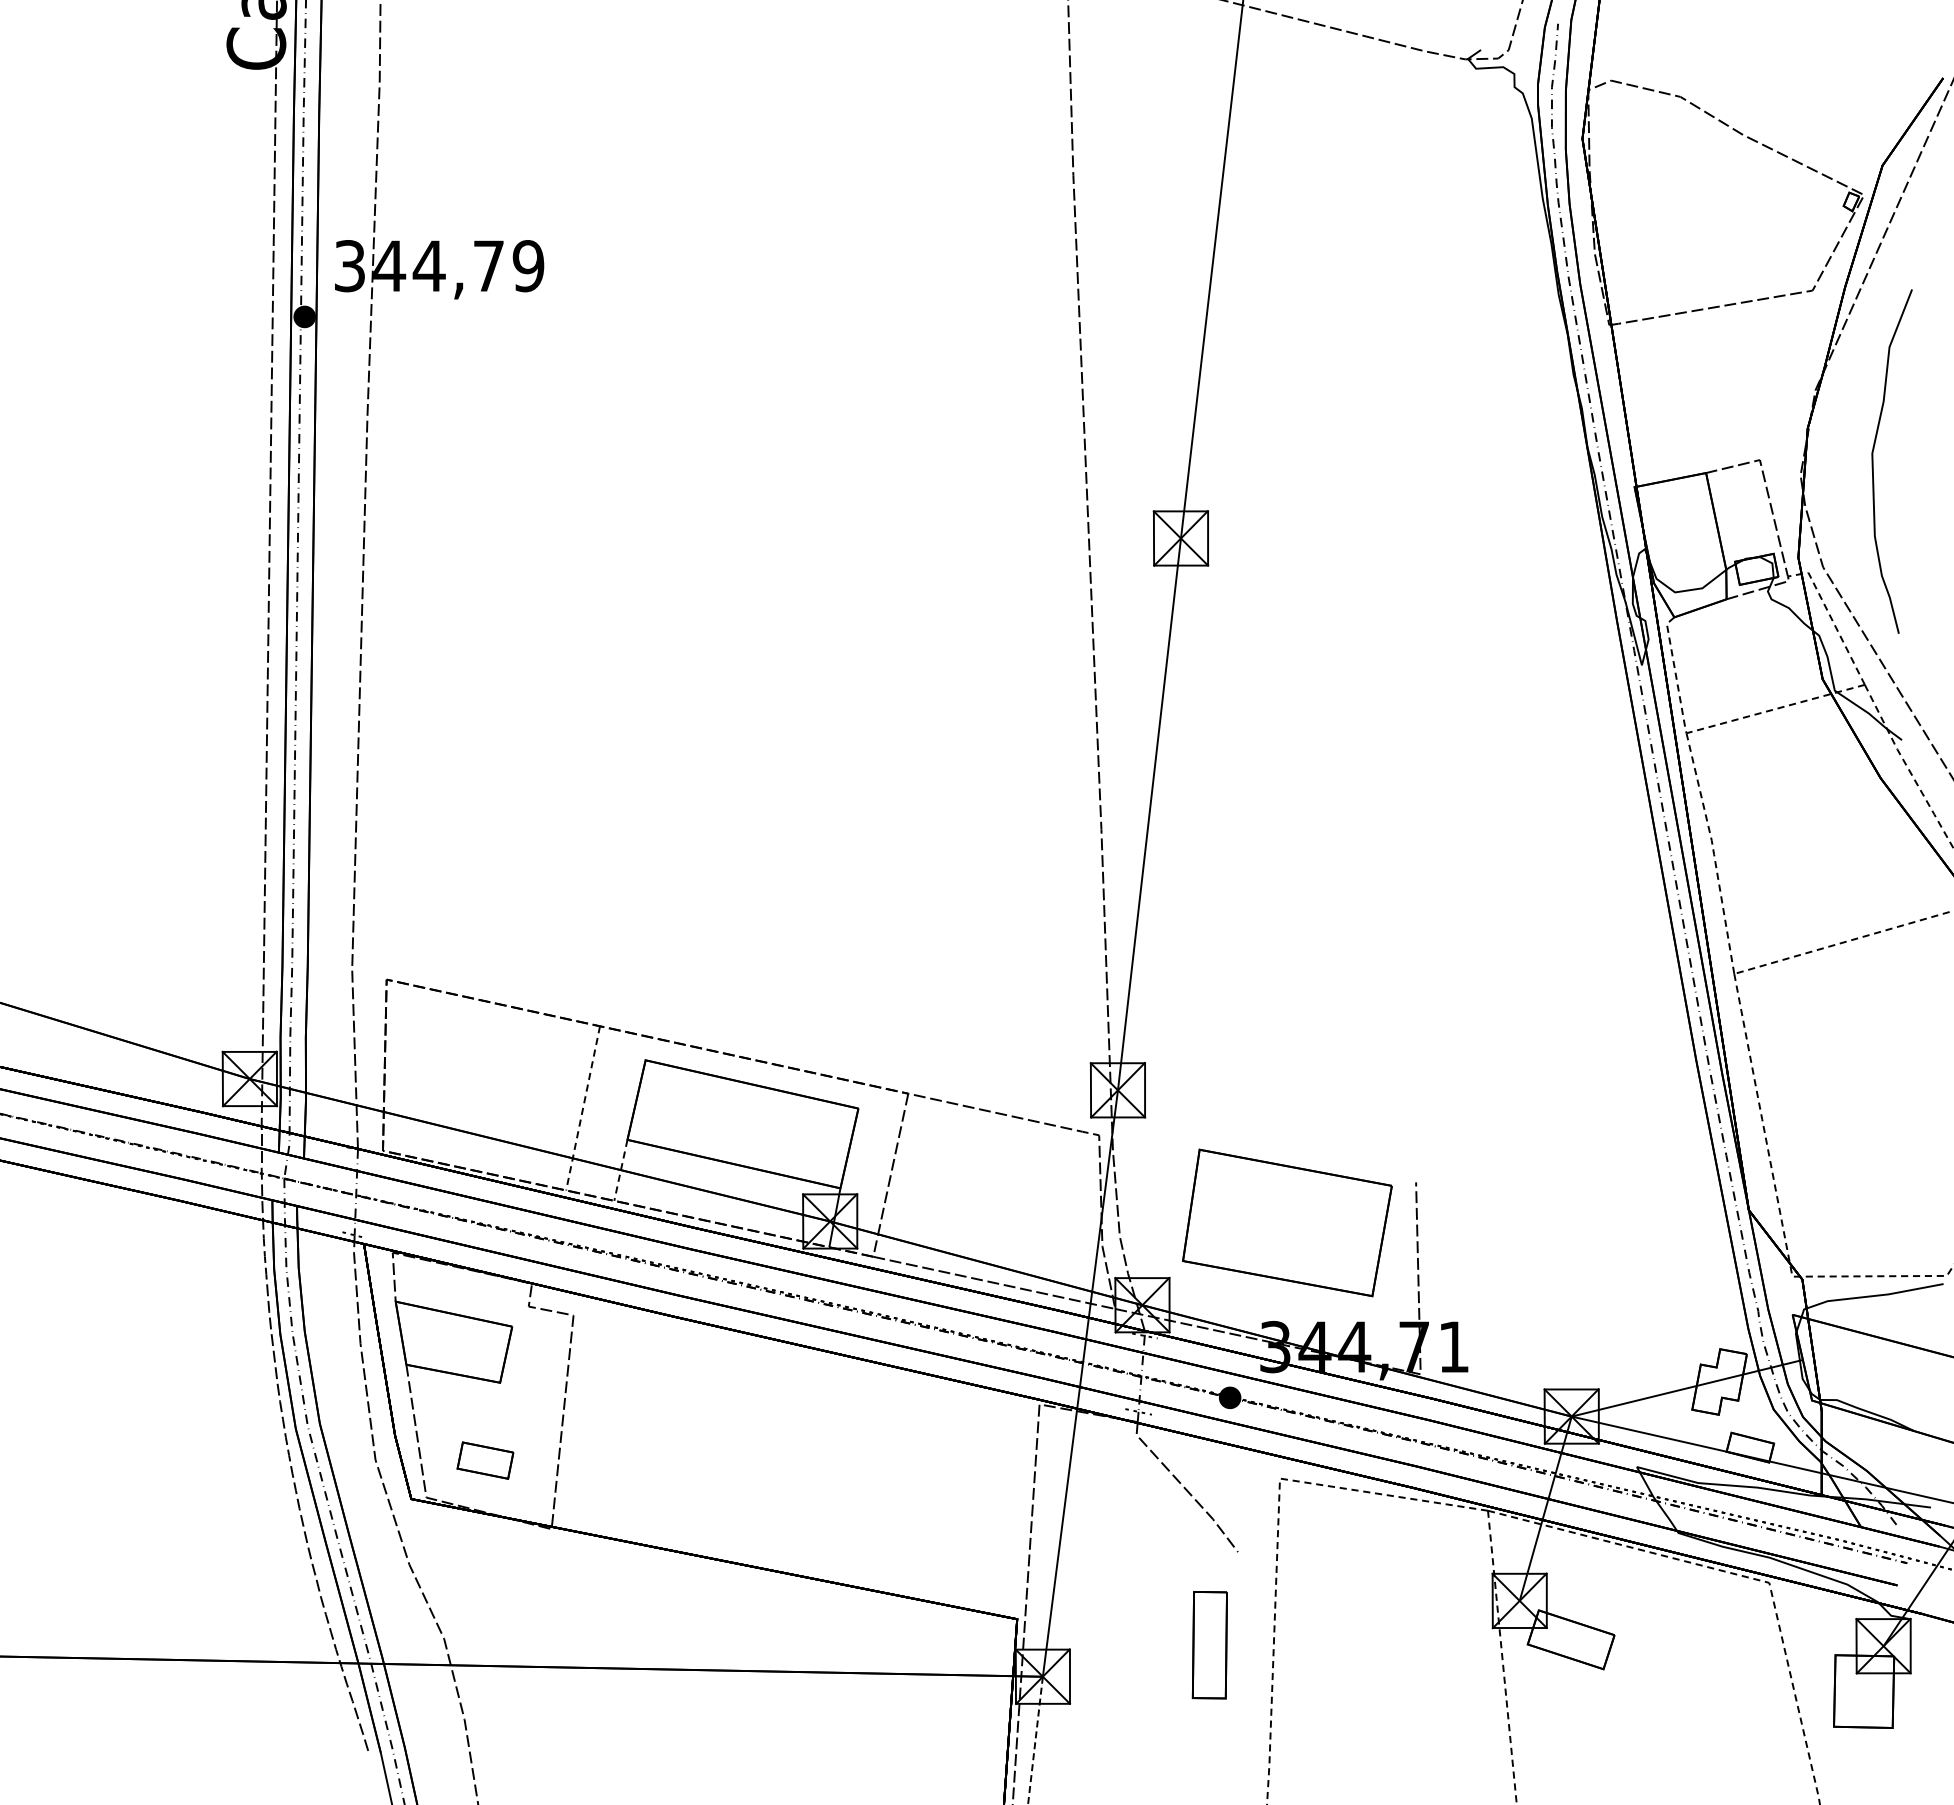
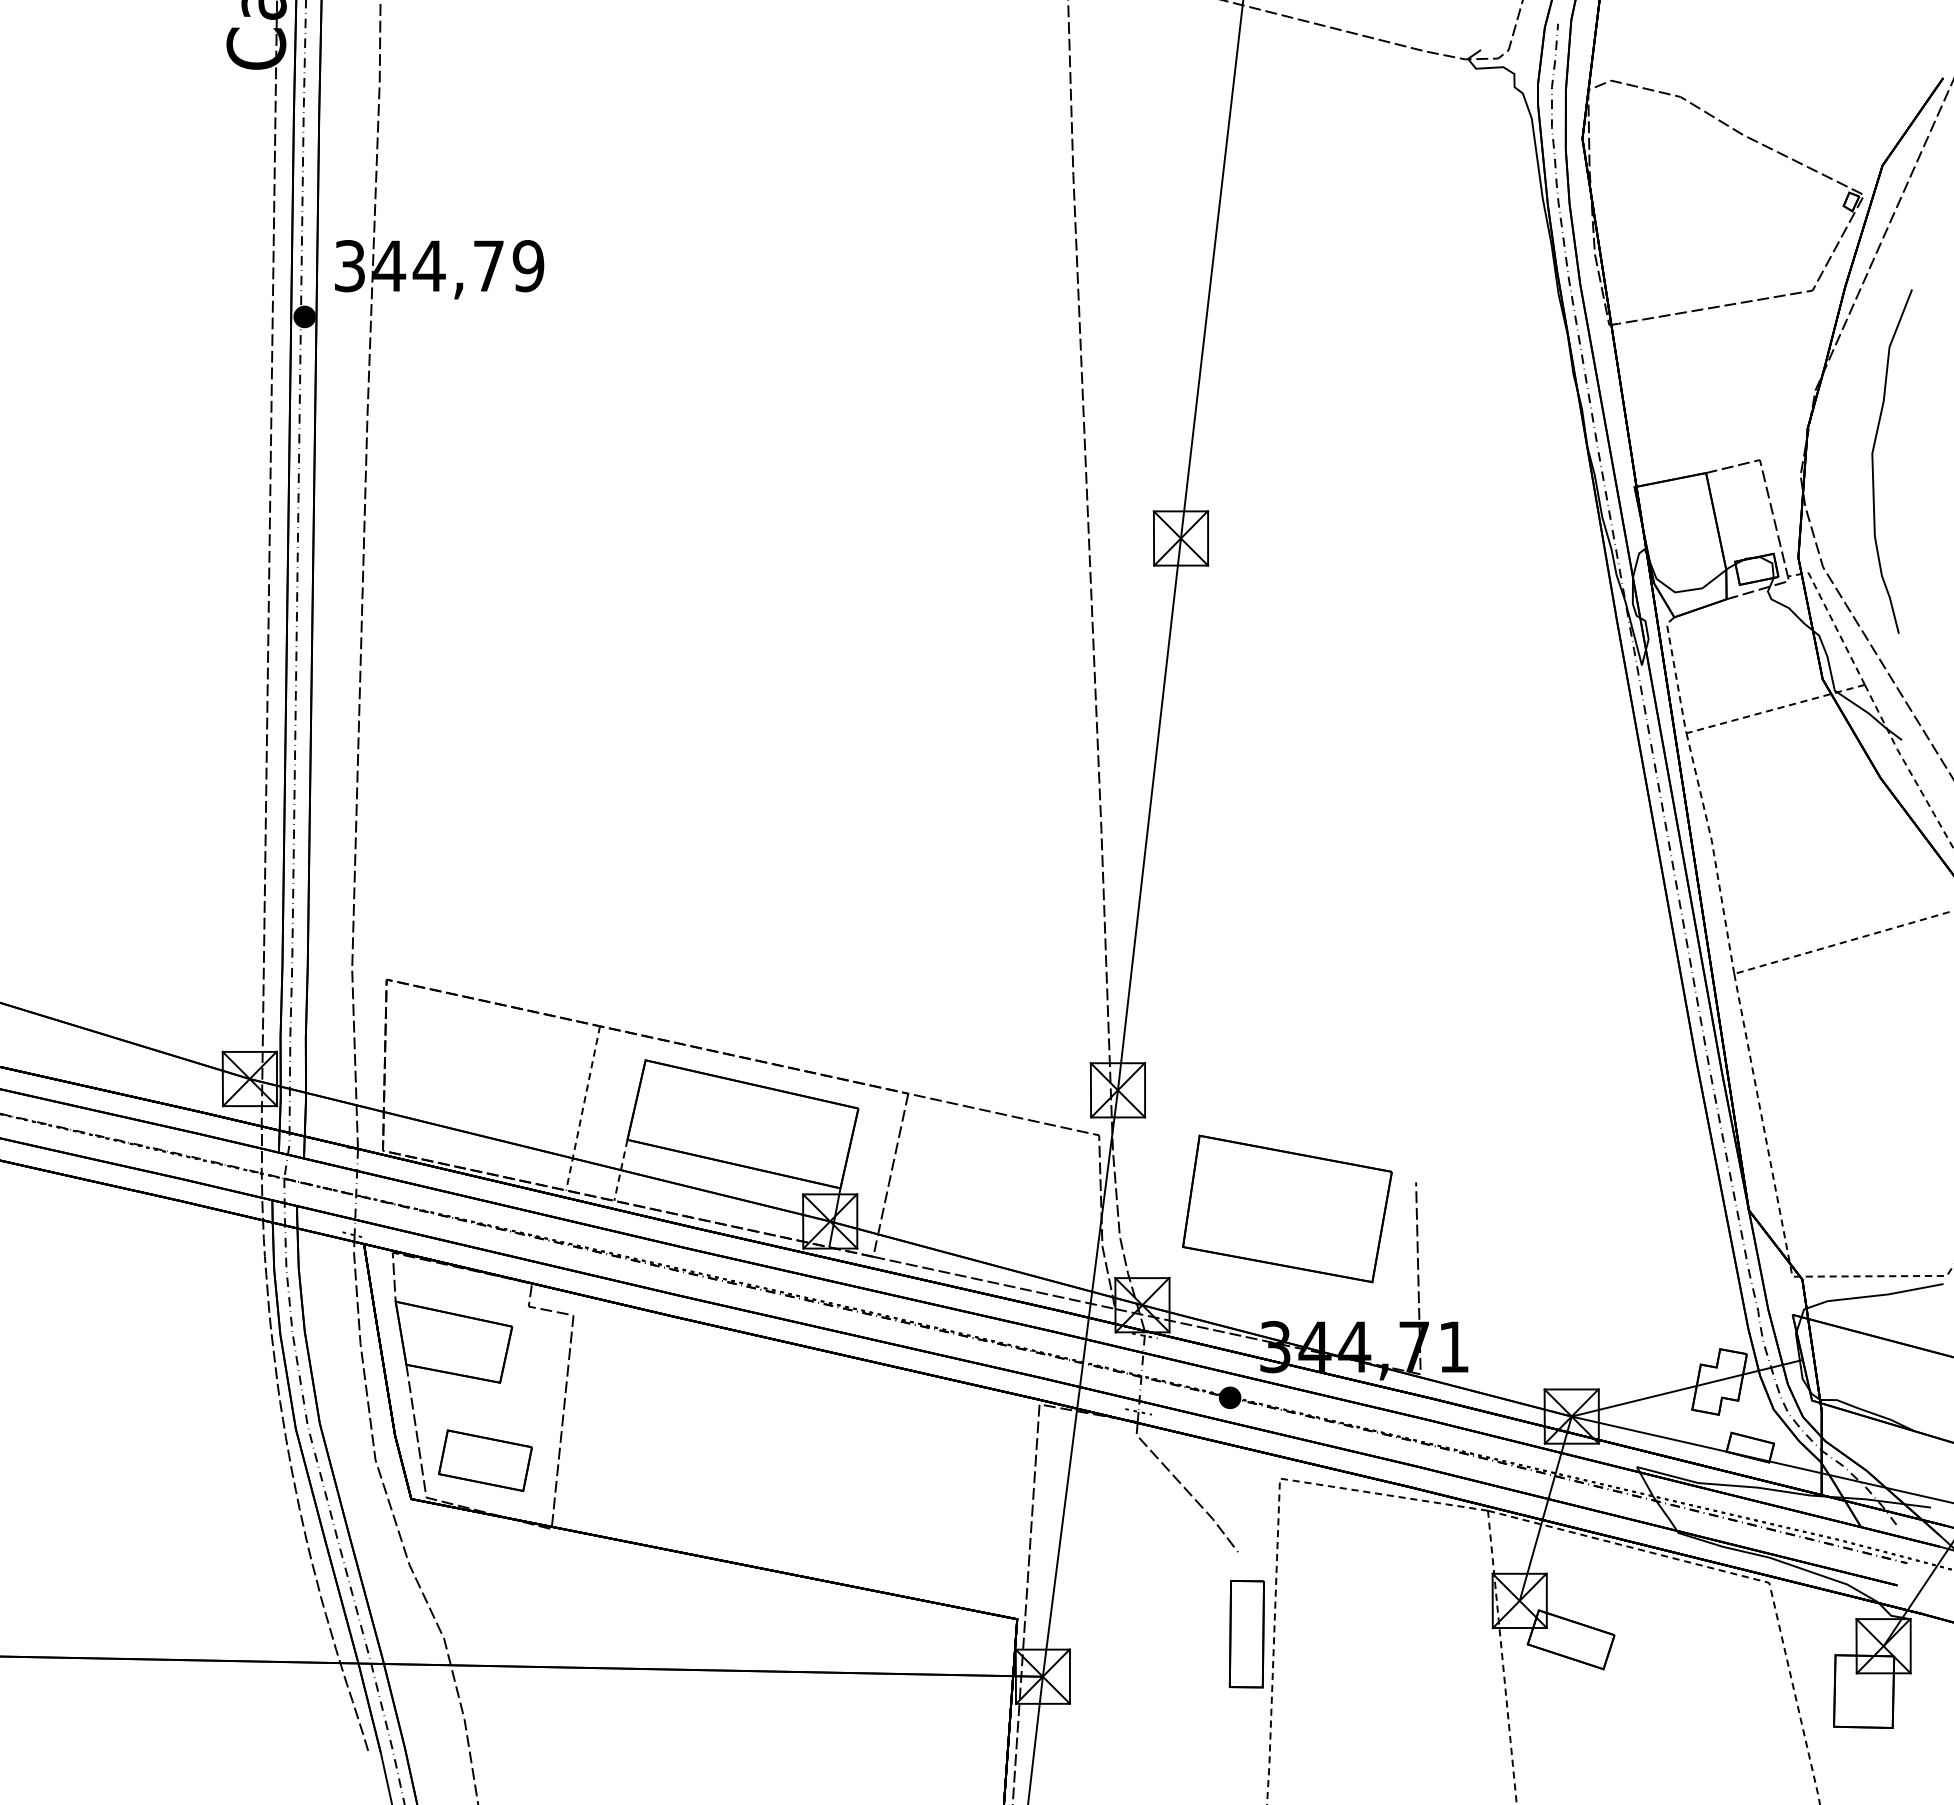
part at (1287, 1222) position: (1287, 1222) -> (1287, 1208)
part at (485, 1460) size: 59x39 px -> 95x63 px
part at (1209, 1645) position: (1209, 1645) -> (1246, 1634)
line at (1035, 1741): dashed -> solid
